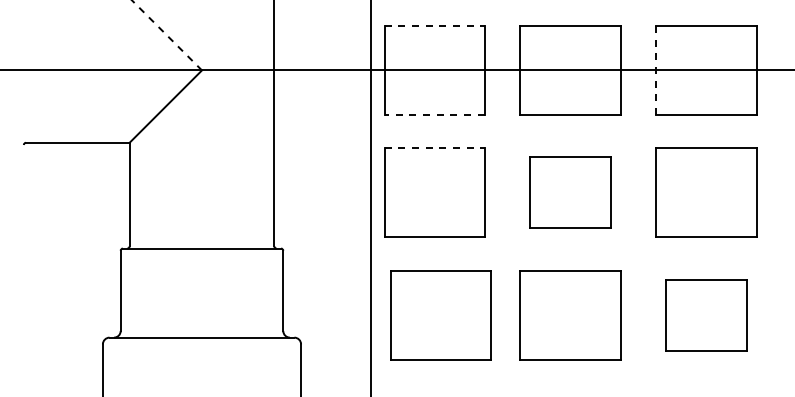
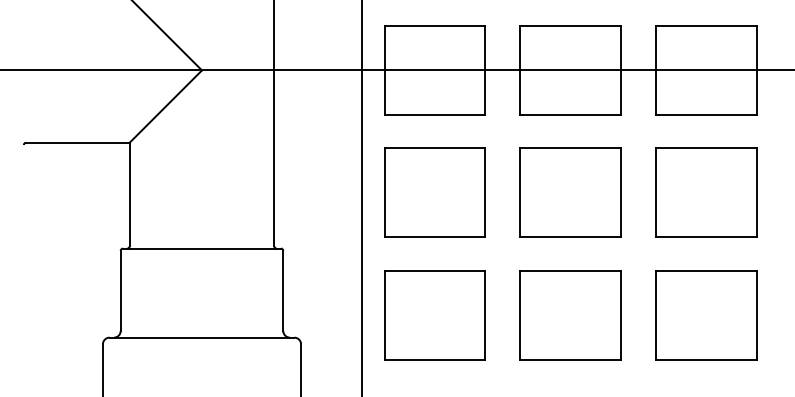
line at (435, 25): dashed -> solid
line at (166, 35): dashed -> solid
line at (656, 70): dashed -> solid
line at (434, 114): dashed -> solid
line at (435, 148): dashed -> solid
part at (570, 192) size: 83x73 px -> 103x91 px
line at (371, 197) position: (371, 197) -> (362, 197)
part at (440, 315) position: (440, 315) -> (434, 315)
part at (706, 315) size: 83x73 px -> 103x91 px
